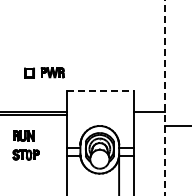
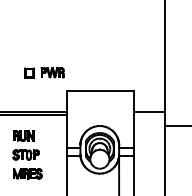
line at (100, 91): dashed -> solid
line at (165, 97): dashed -> solid
part at (27, 173): none -> present
